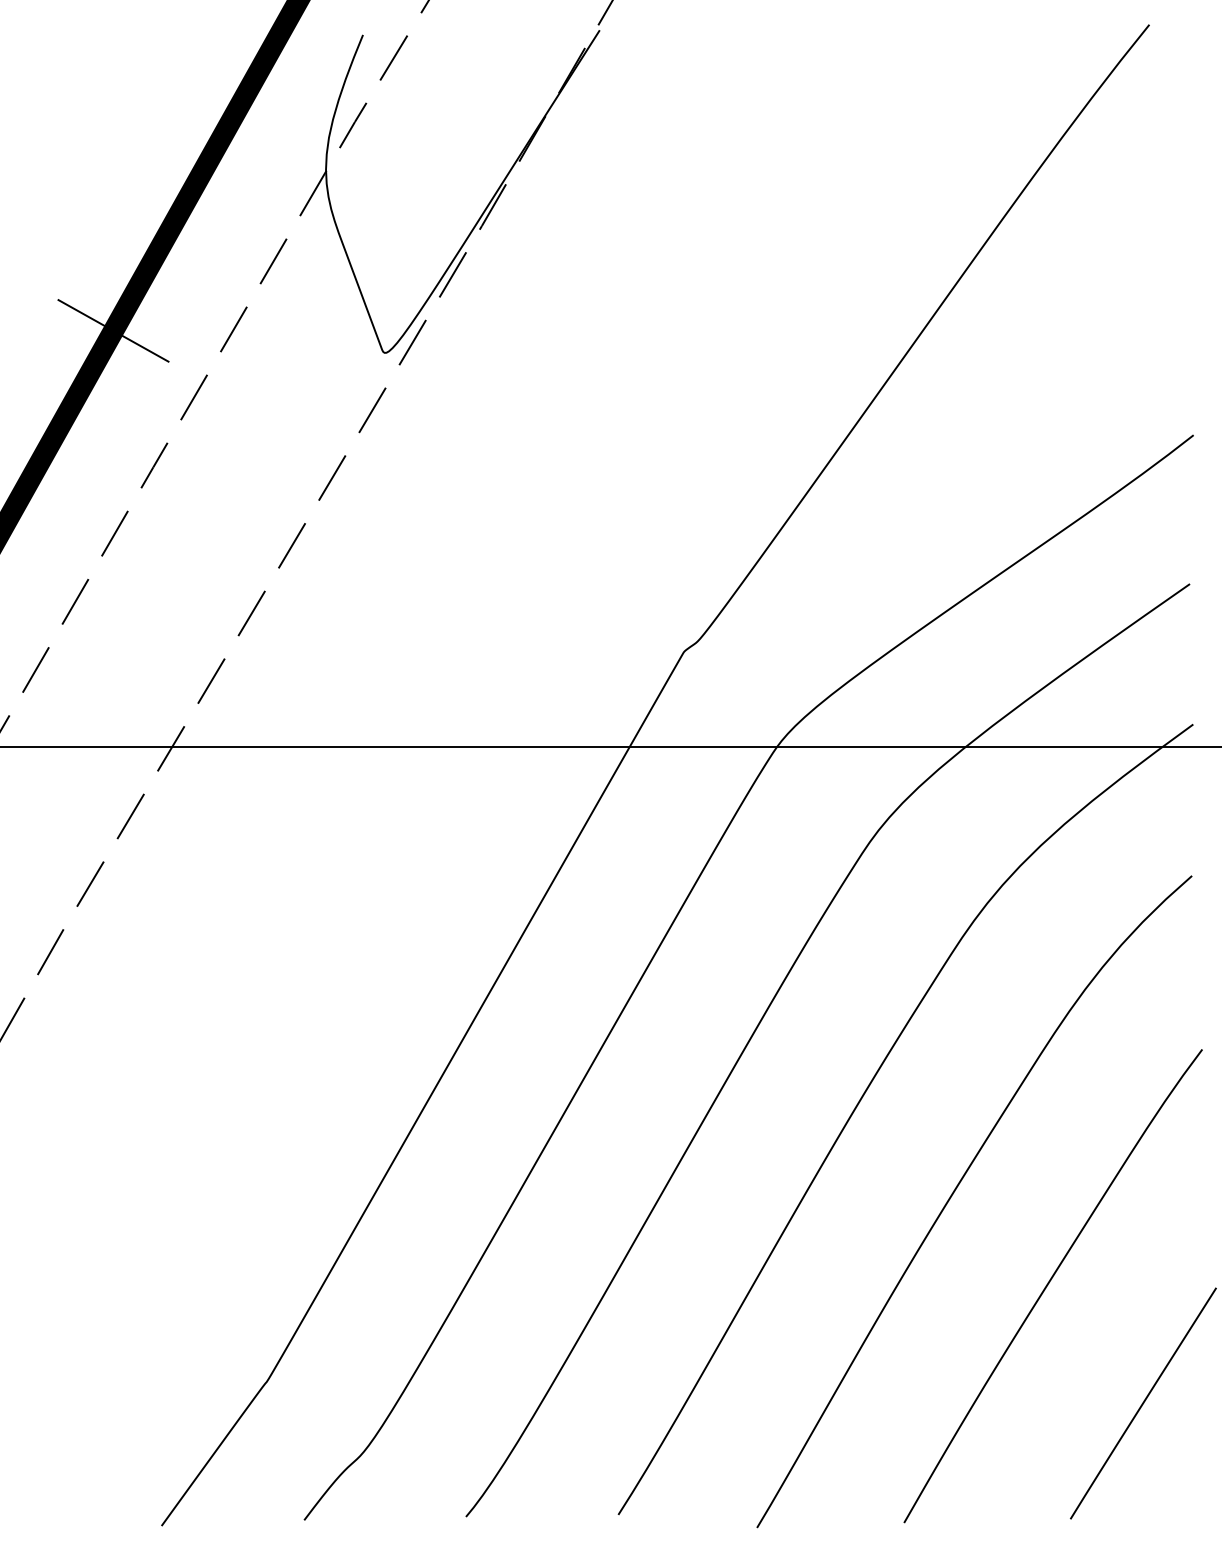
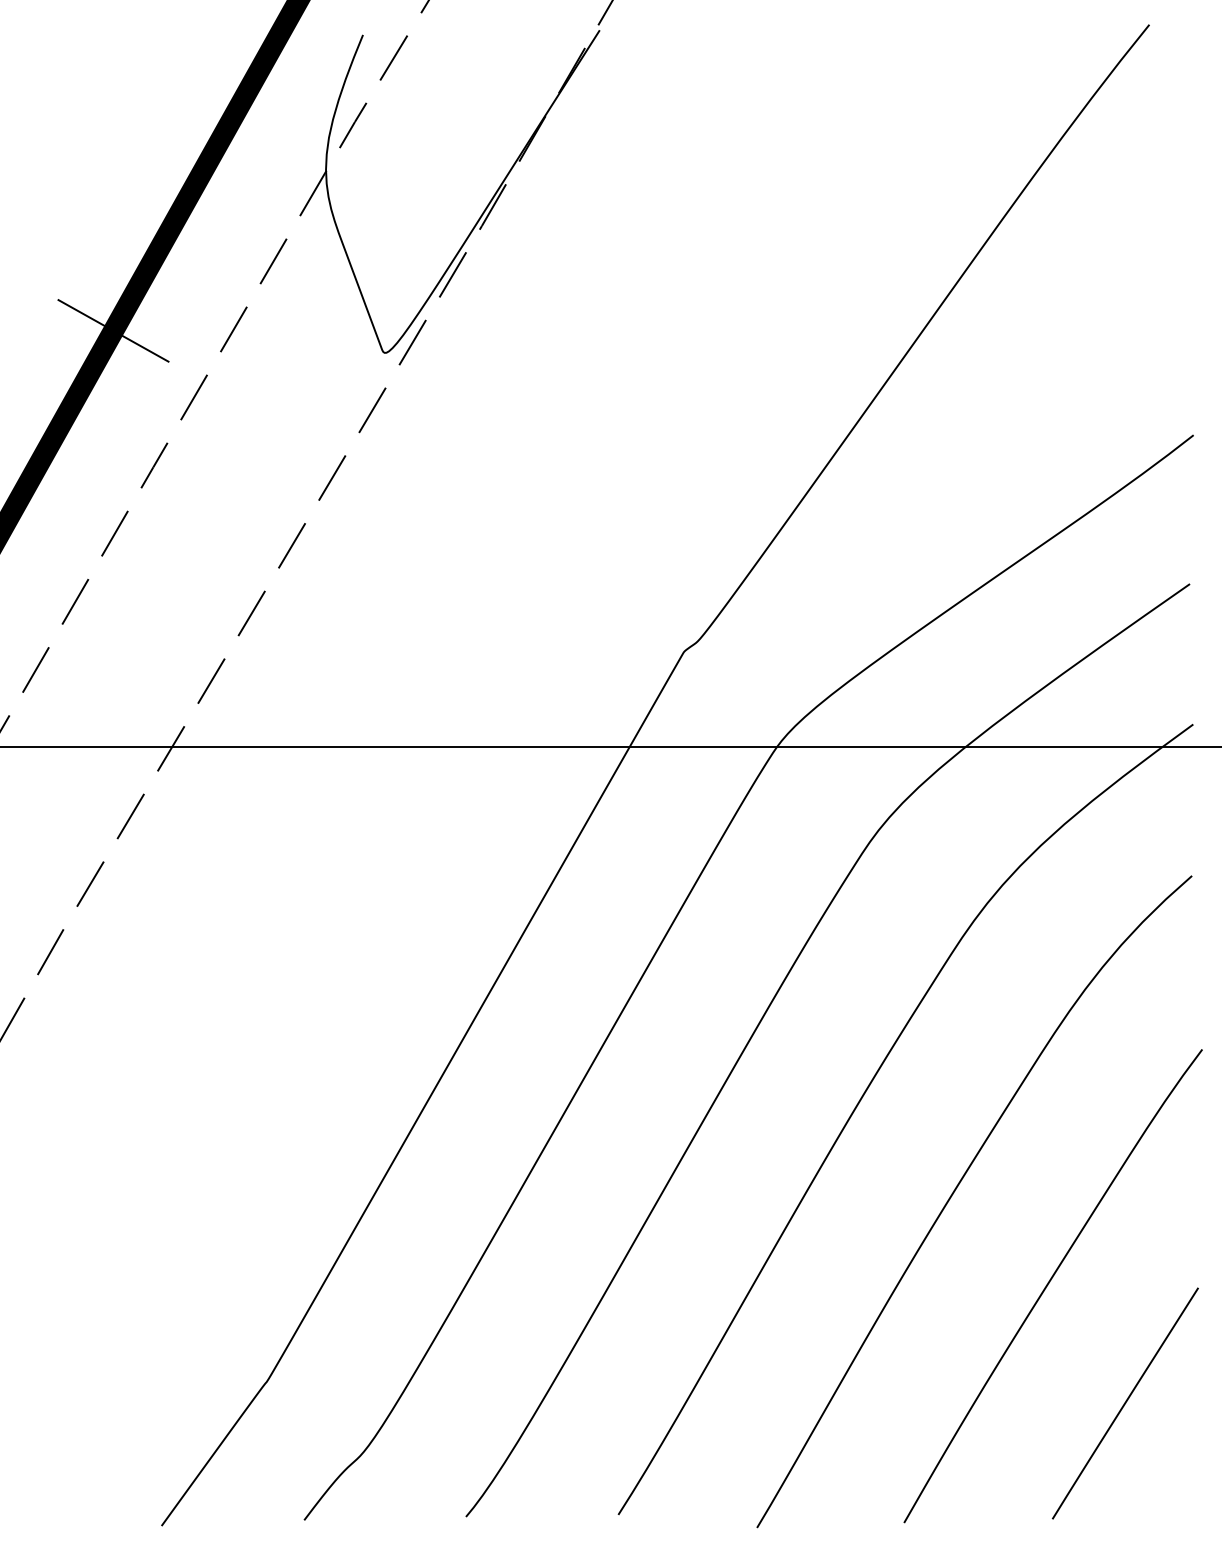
line at (1143, 1403) position: (1143, 1403) -> (1125, 1403)
